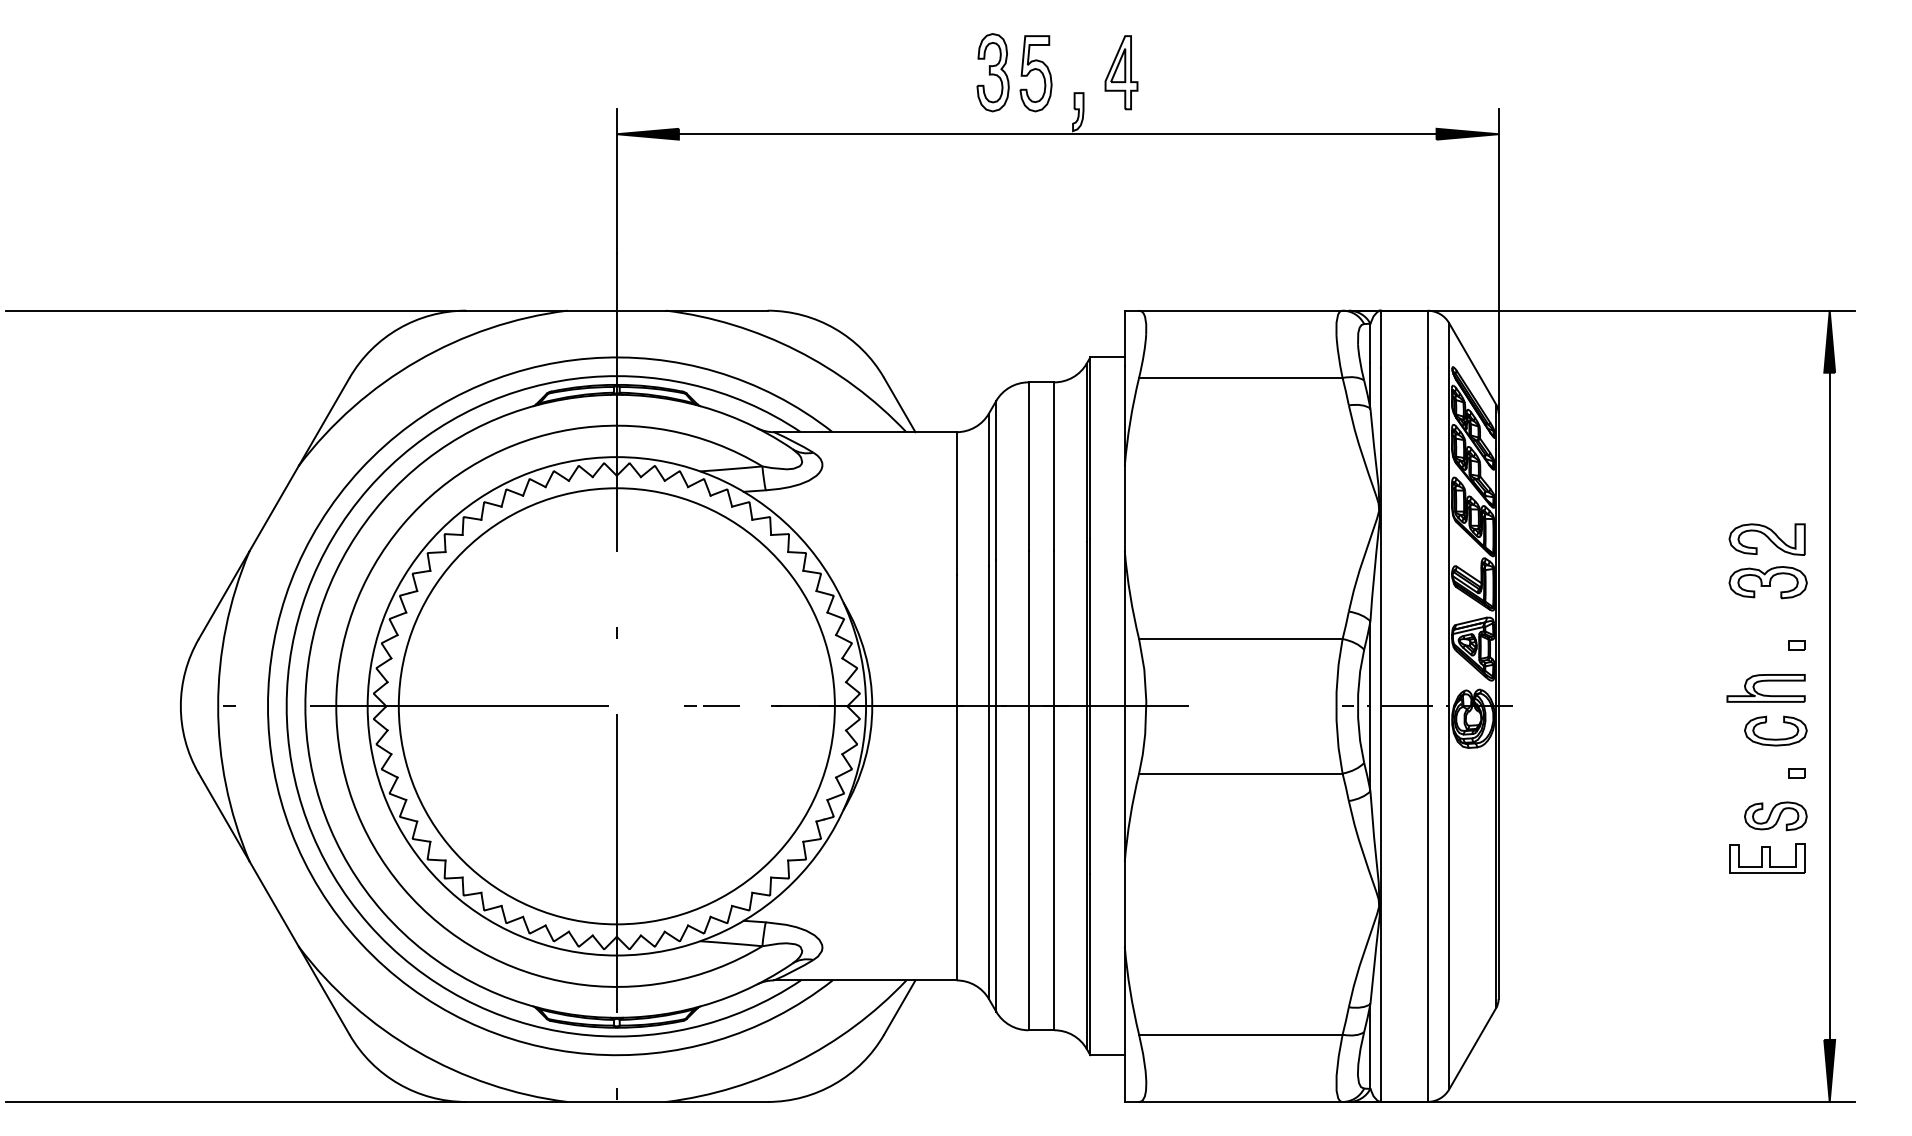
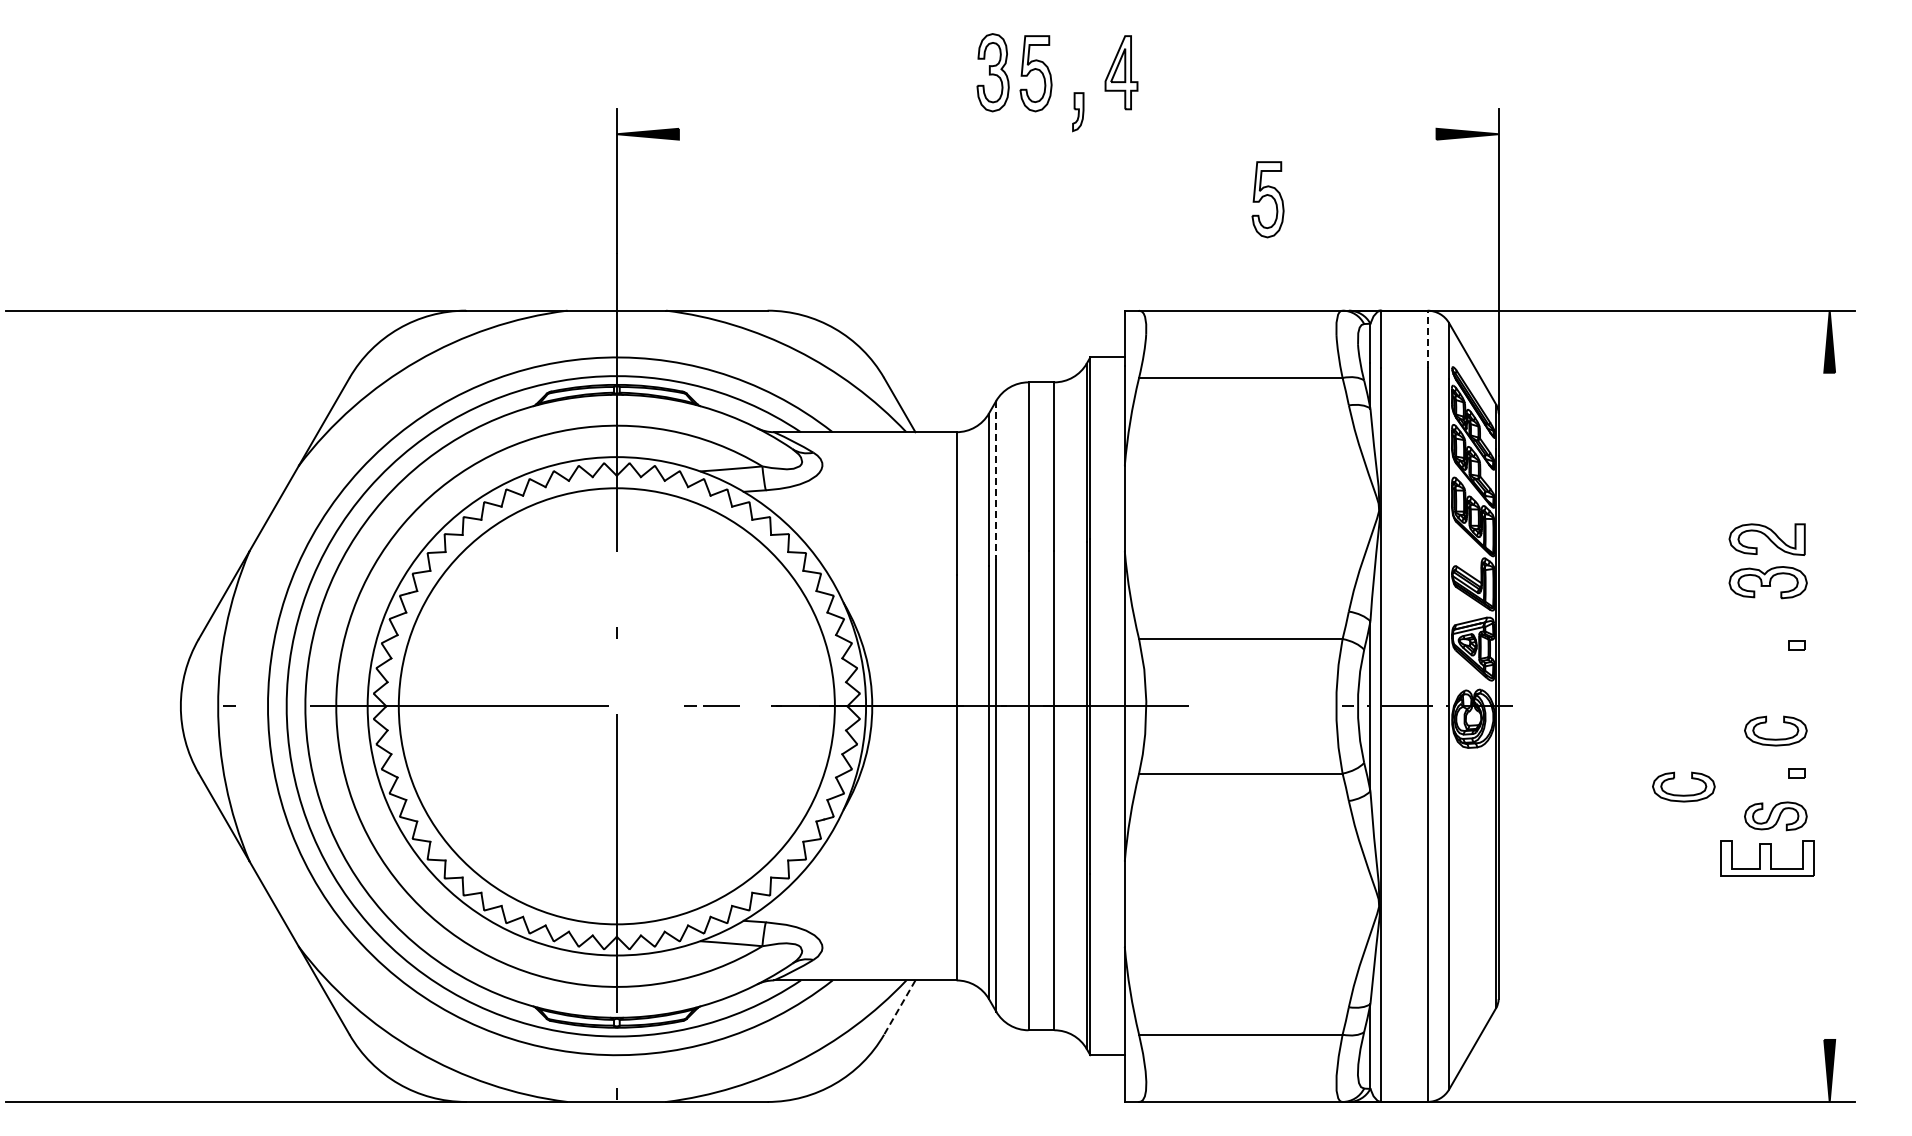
line at (1057, 134): present -> none
part at (1267, 199): none -> present
line at (1427, 339): solid -> dashed
line at (996, 481): solid -> dashed
part at (1765, 688): present -> none
line at (1829, 705): present -> none
part at (1683, 794): none -> present
part at (1767, 858) size: 77x31 px -> 95x37 px
line at (899, 1008): solid -> dashed
